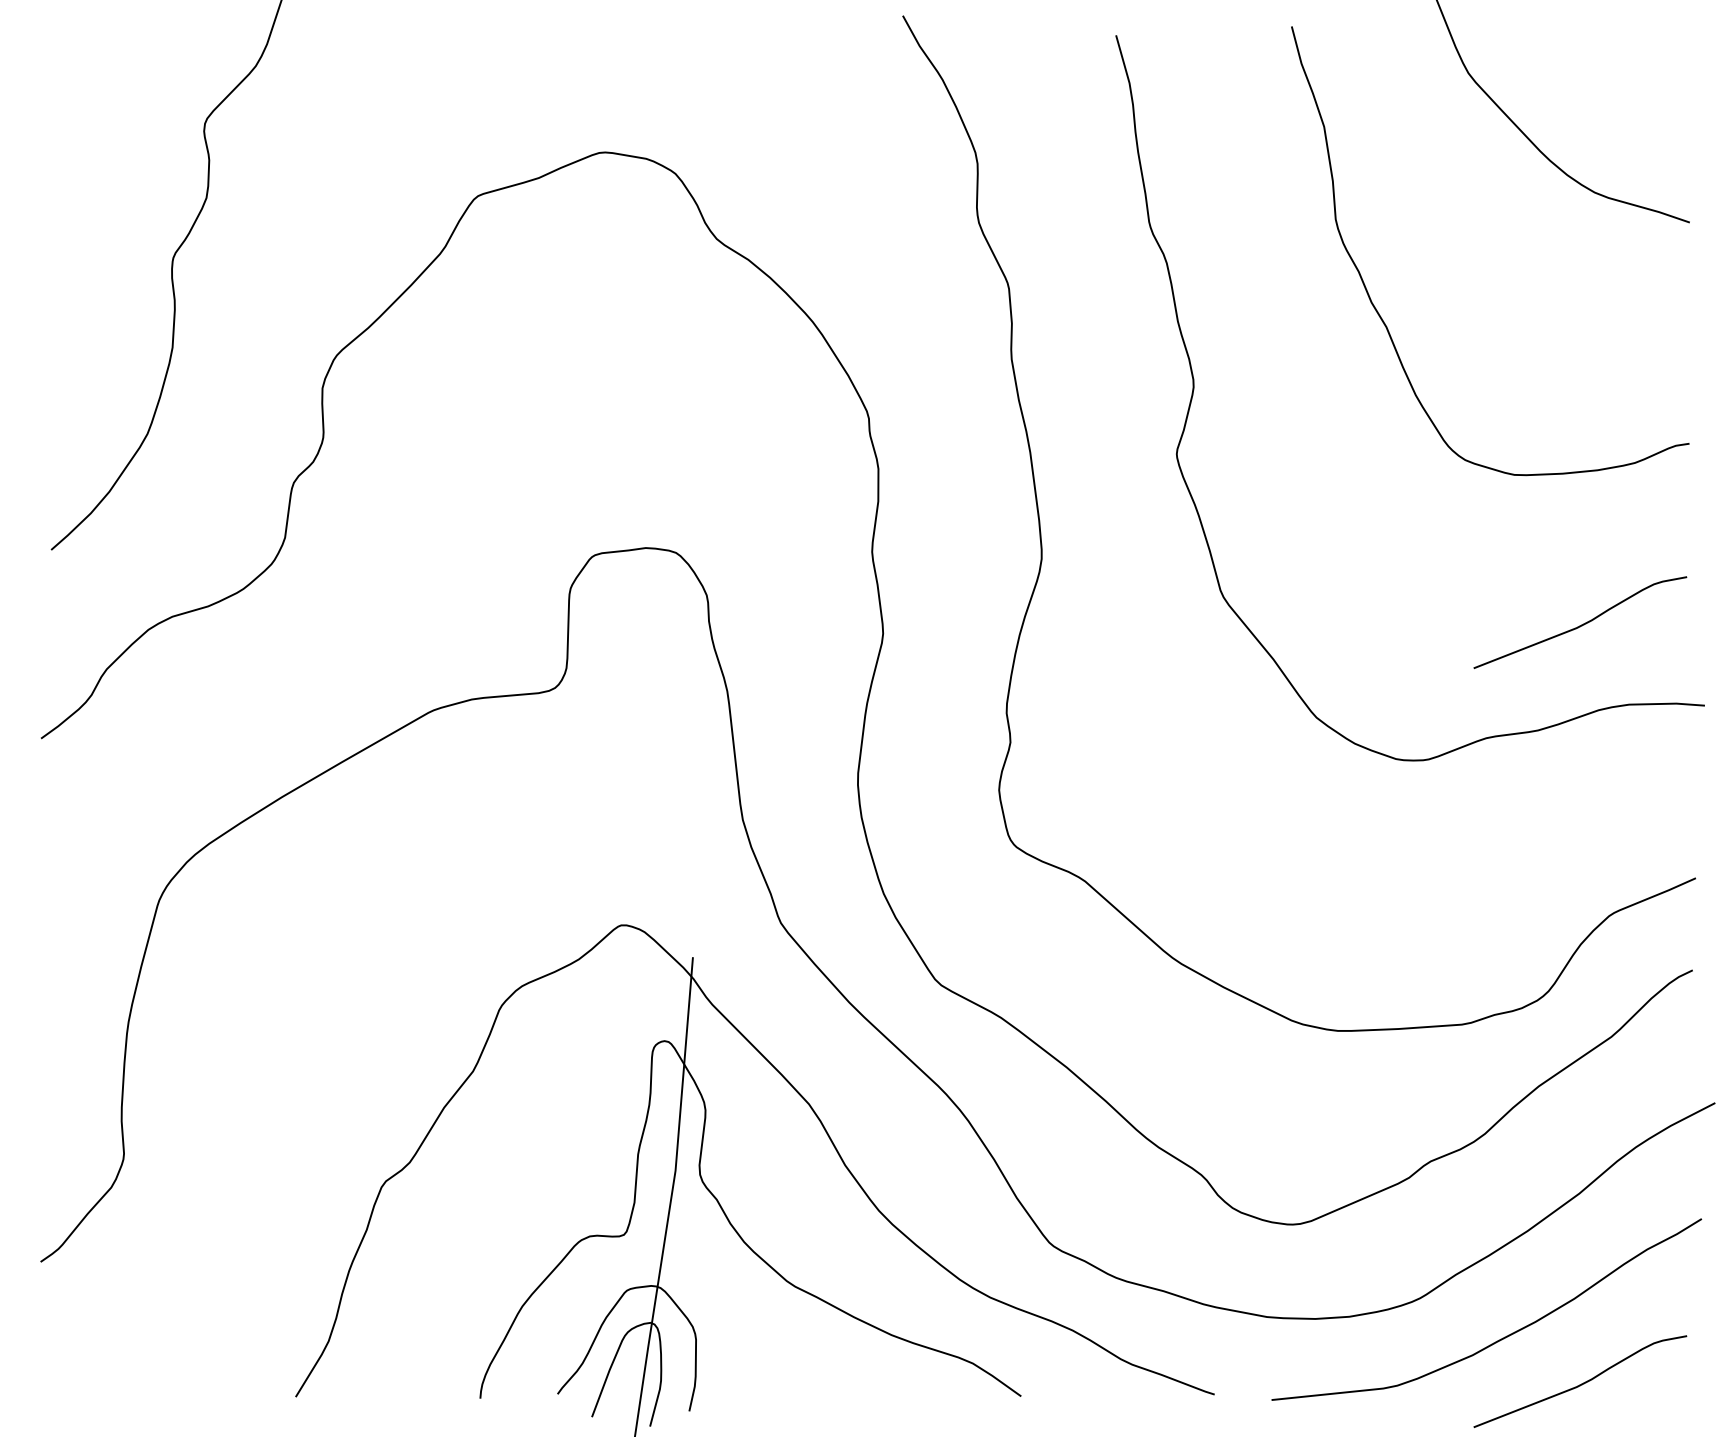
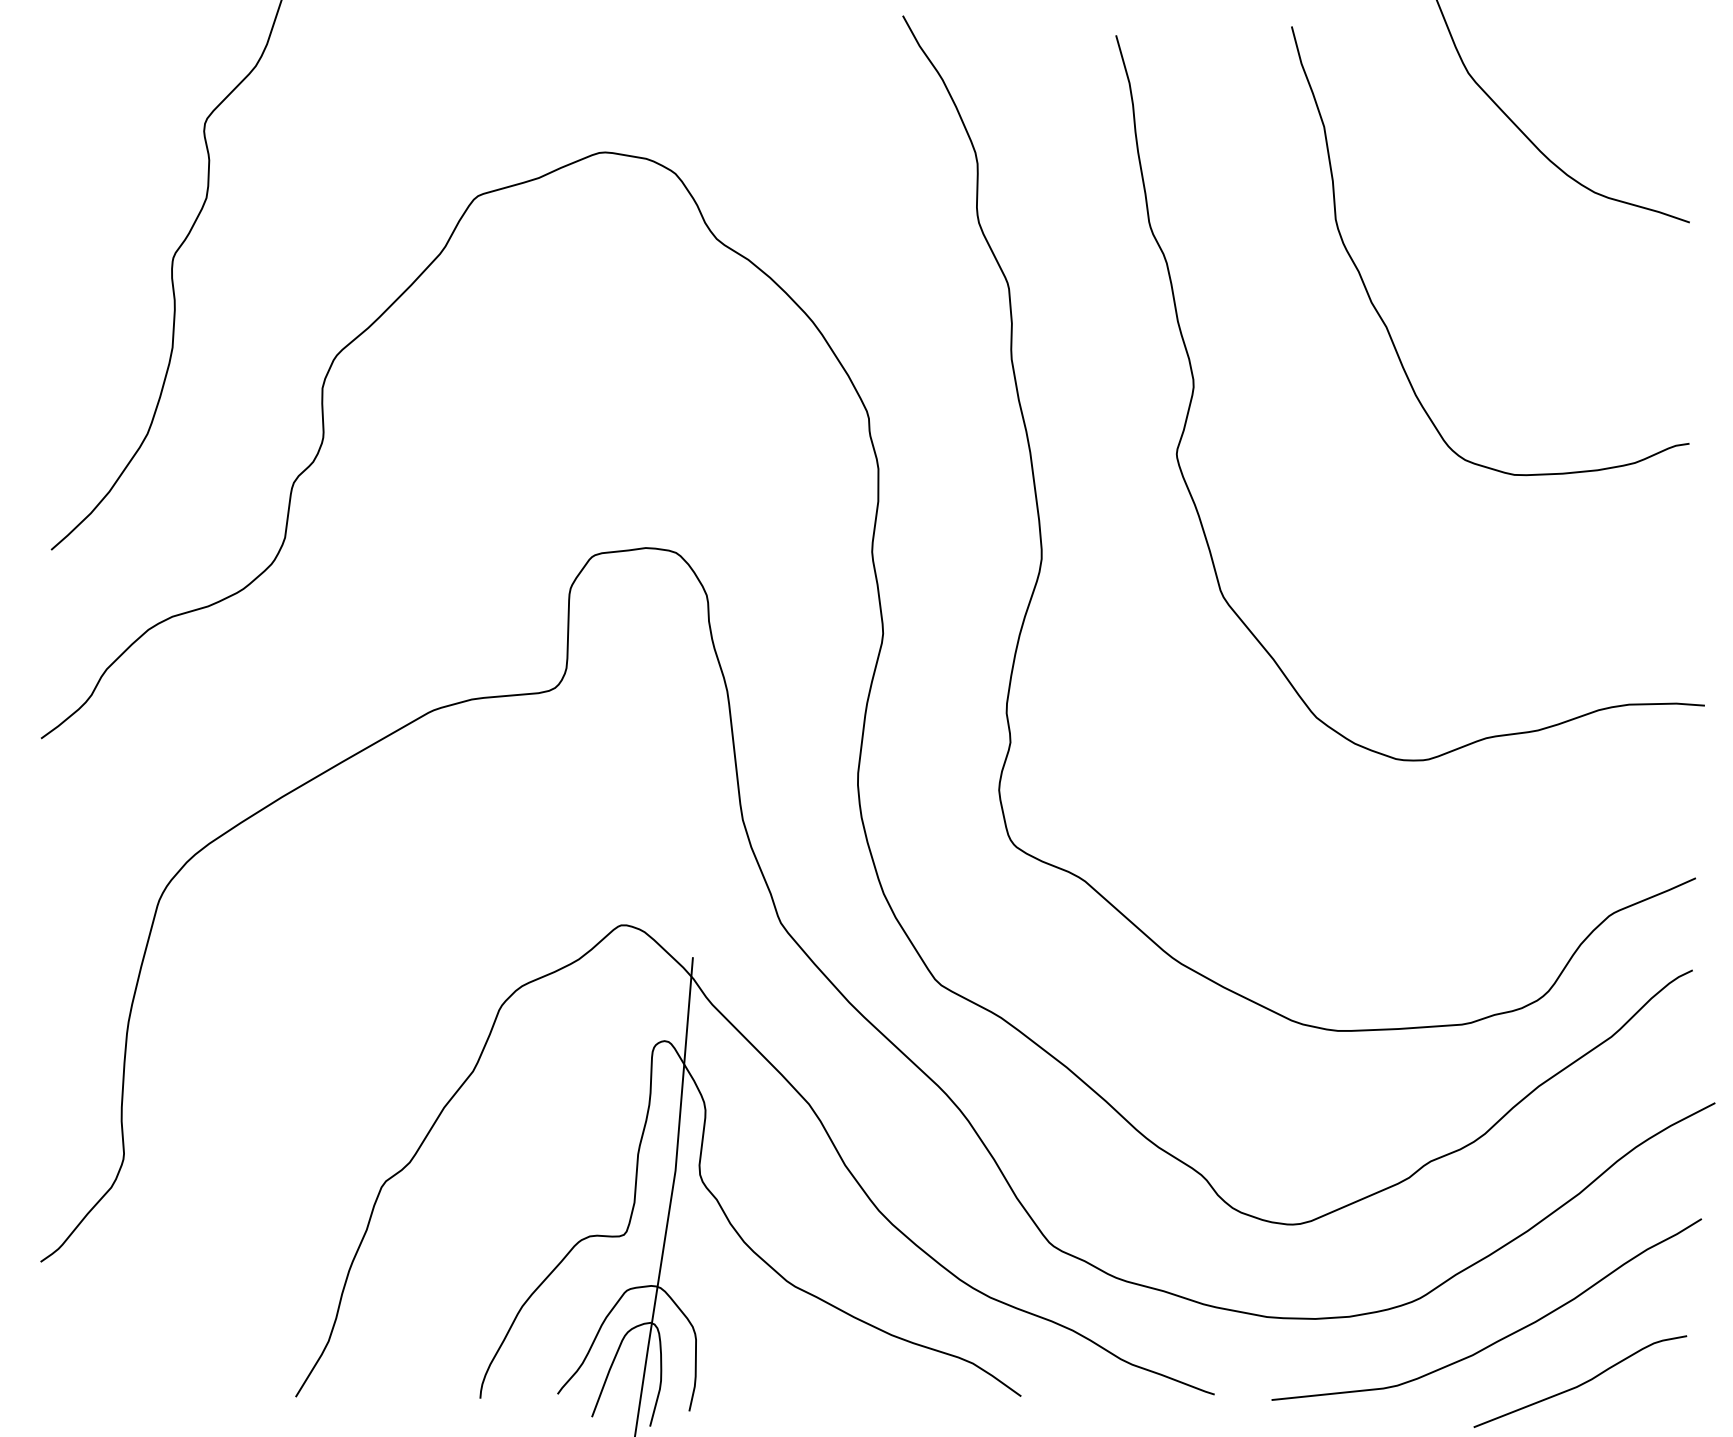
curve at (1581, 624): present -> none
